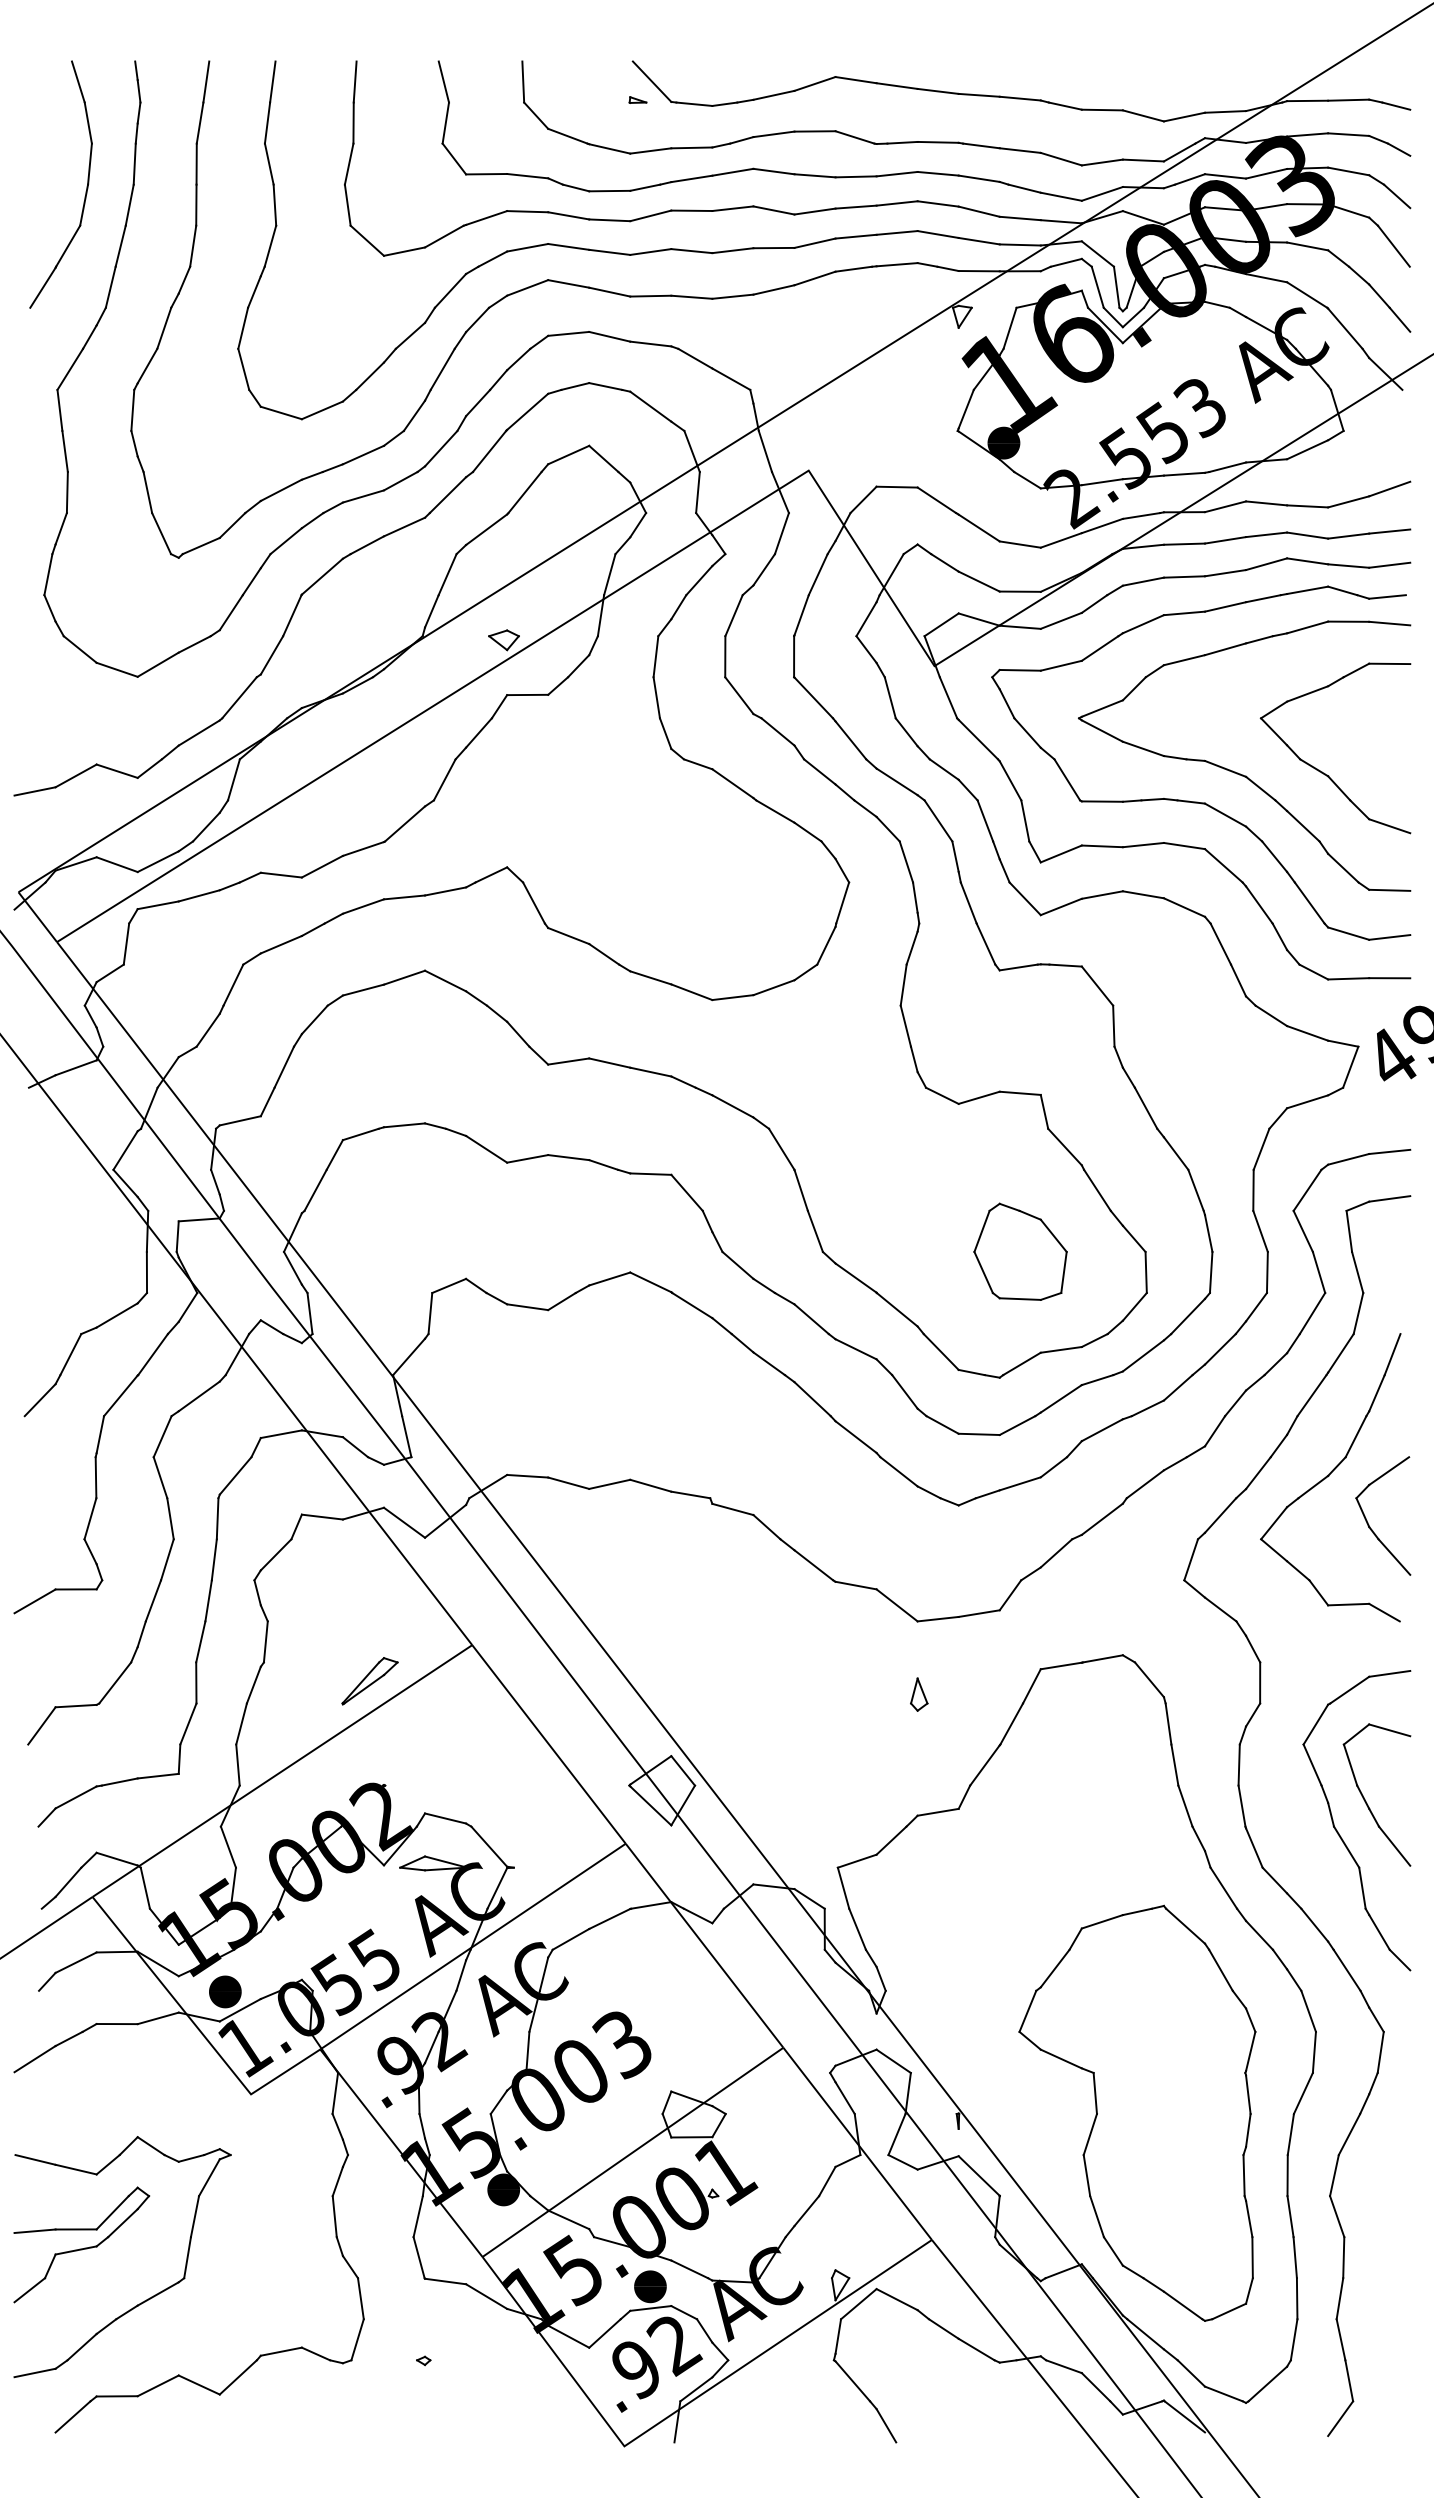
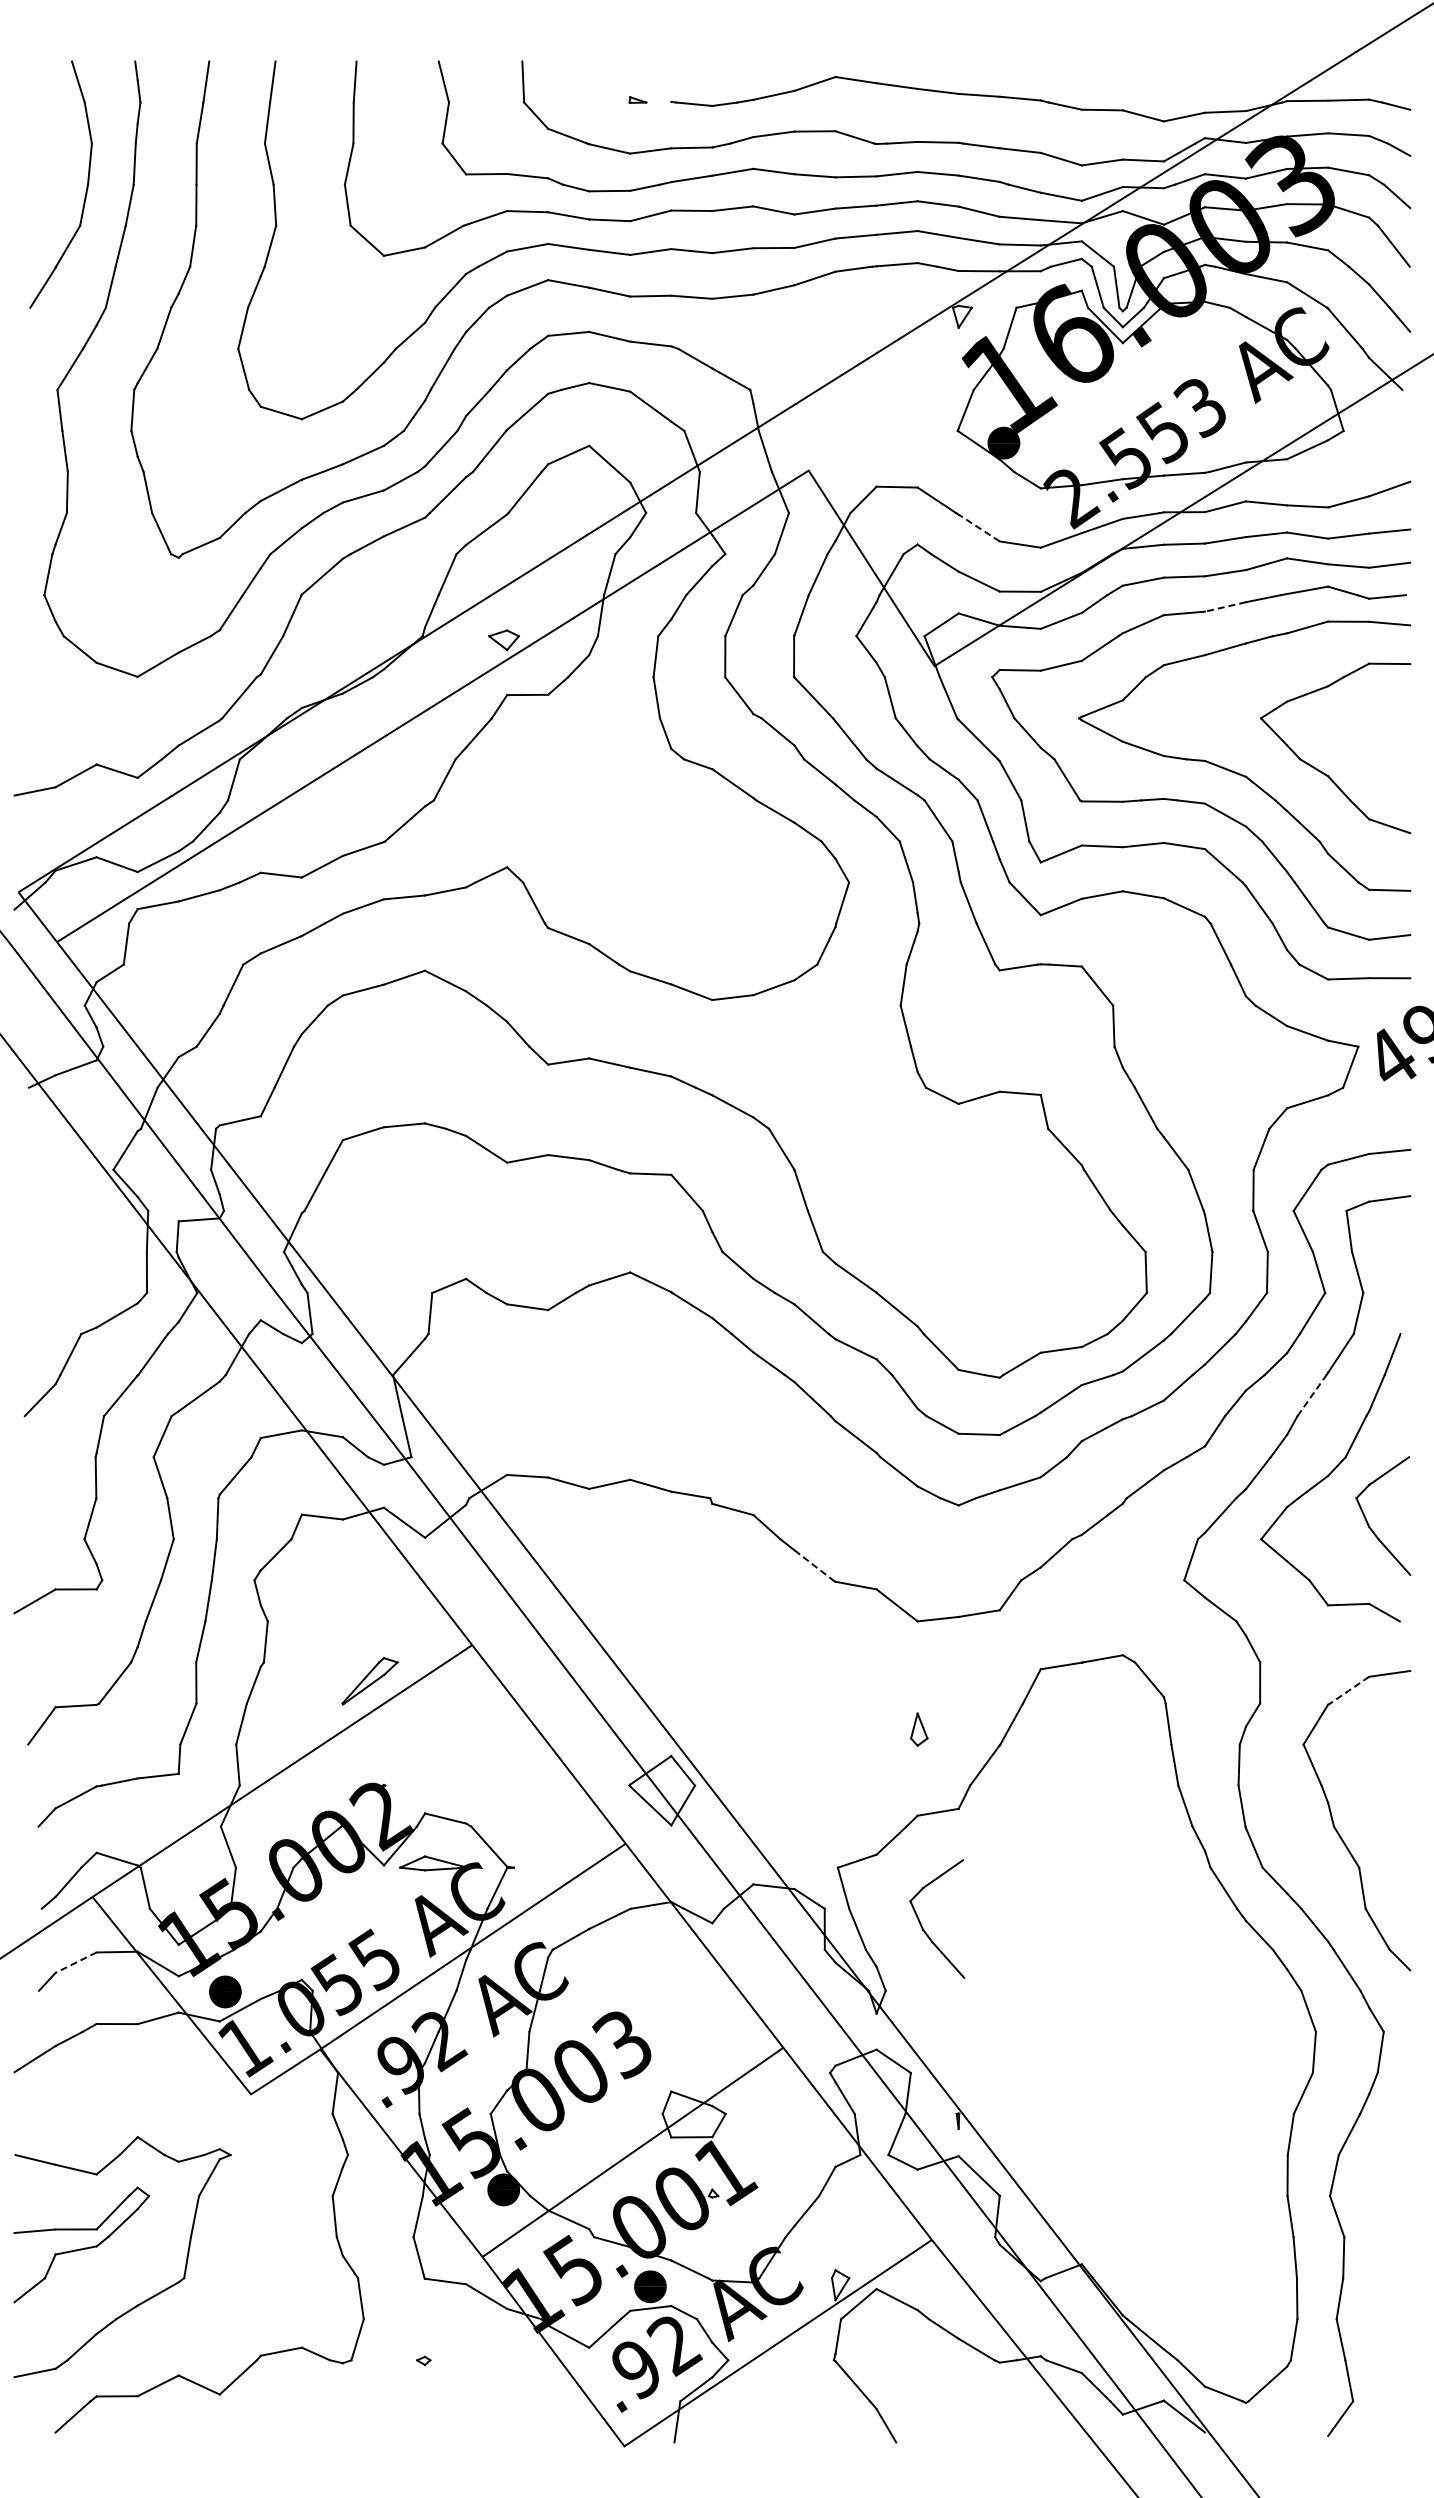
line at (651, 81): present -> none
line at (979, 528): solid -> dashed
line at (1225, 607): solid -> dashed
part at (1020, 1251): present -> none
line at (1312, 1395): solid -> dashed
line at (813, 1565): solid -> dashed
line at (1349, 1690): solid -> dashed
part at (919, 1694) position: (919, 1694) -> (919, 1729)
part at (1365, 1799): present -> none
part at (922, 1925): none -> present
line at (76, 1962): solid -> dashed
part at (1137, 2112): present -> none
